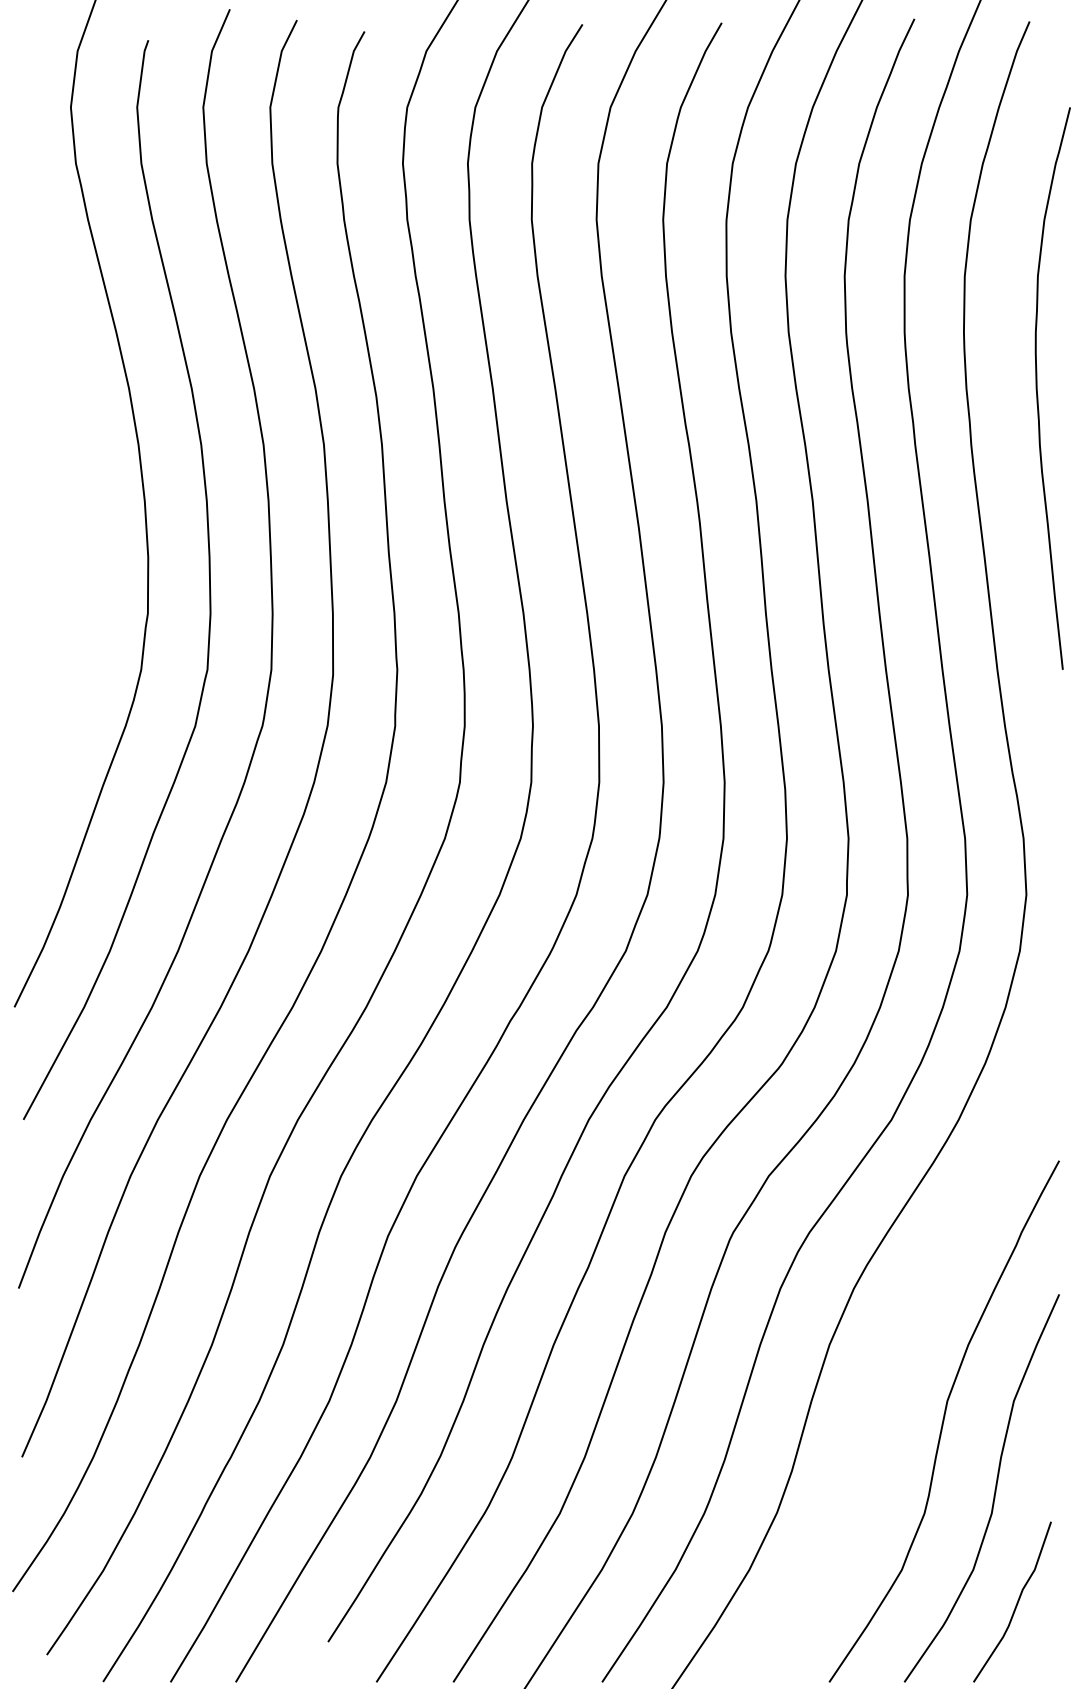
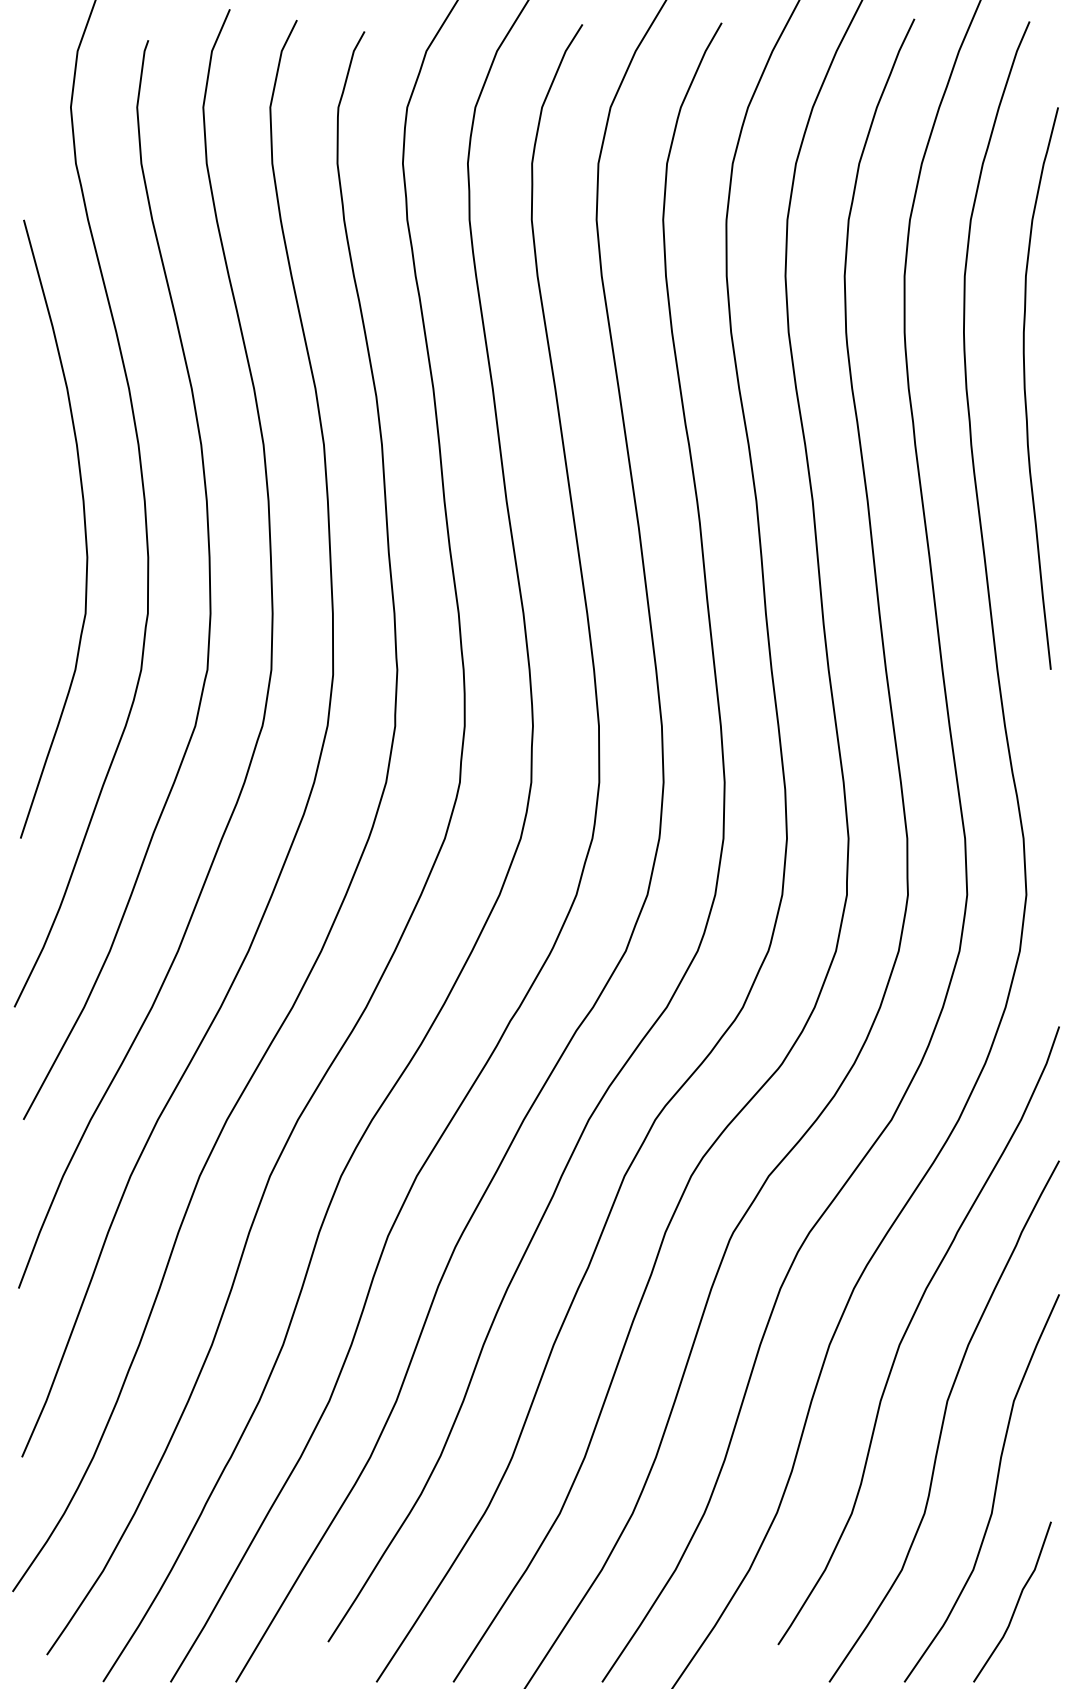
curve at (1037, 388) position: (1037, 388) -> (1025, 388)
curve at (84, 528): none -> present
curve at (907, 1330): none -> present
